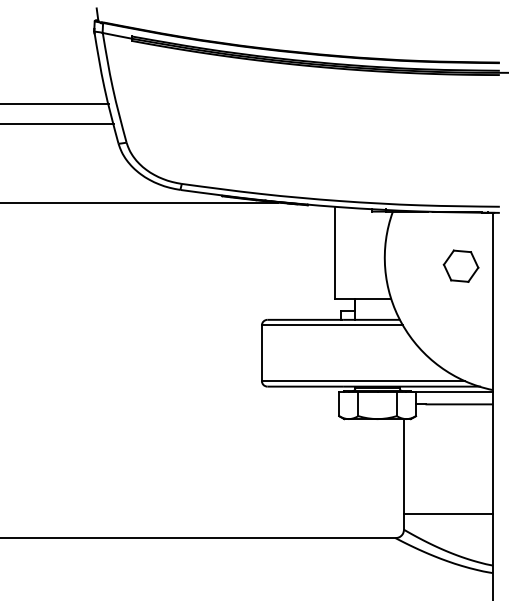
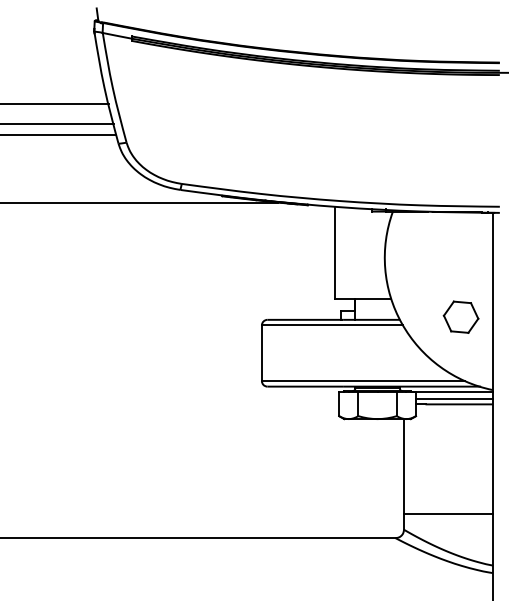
line at (59, 135): none -> present
part at (460, 265) position: (460, 265) -> (460, 316)
line at (454, 398): none -> present
